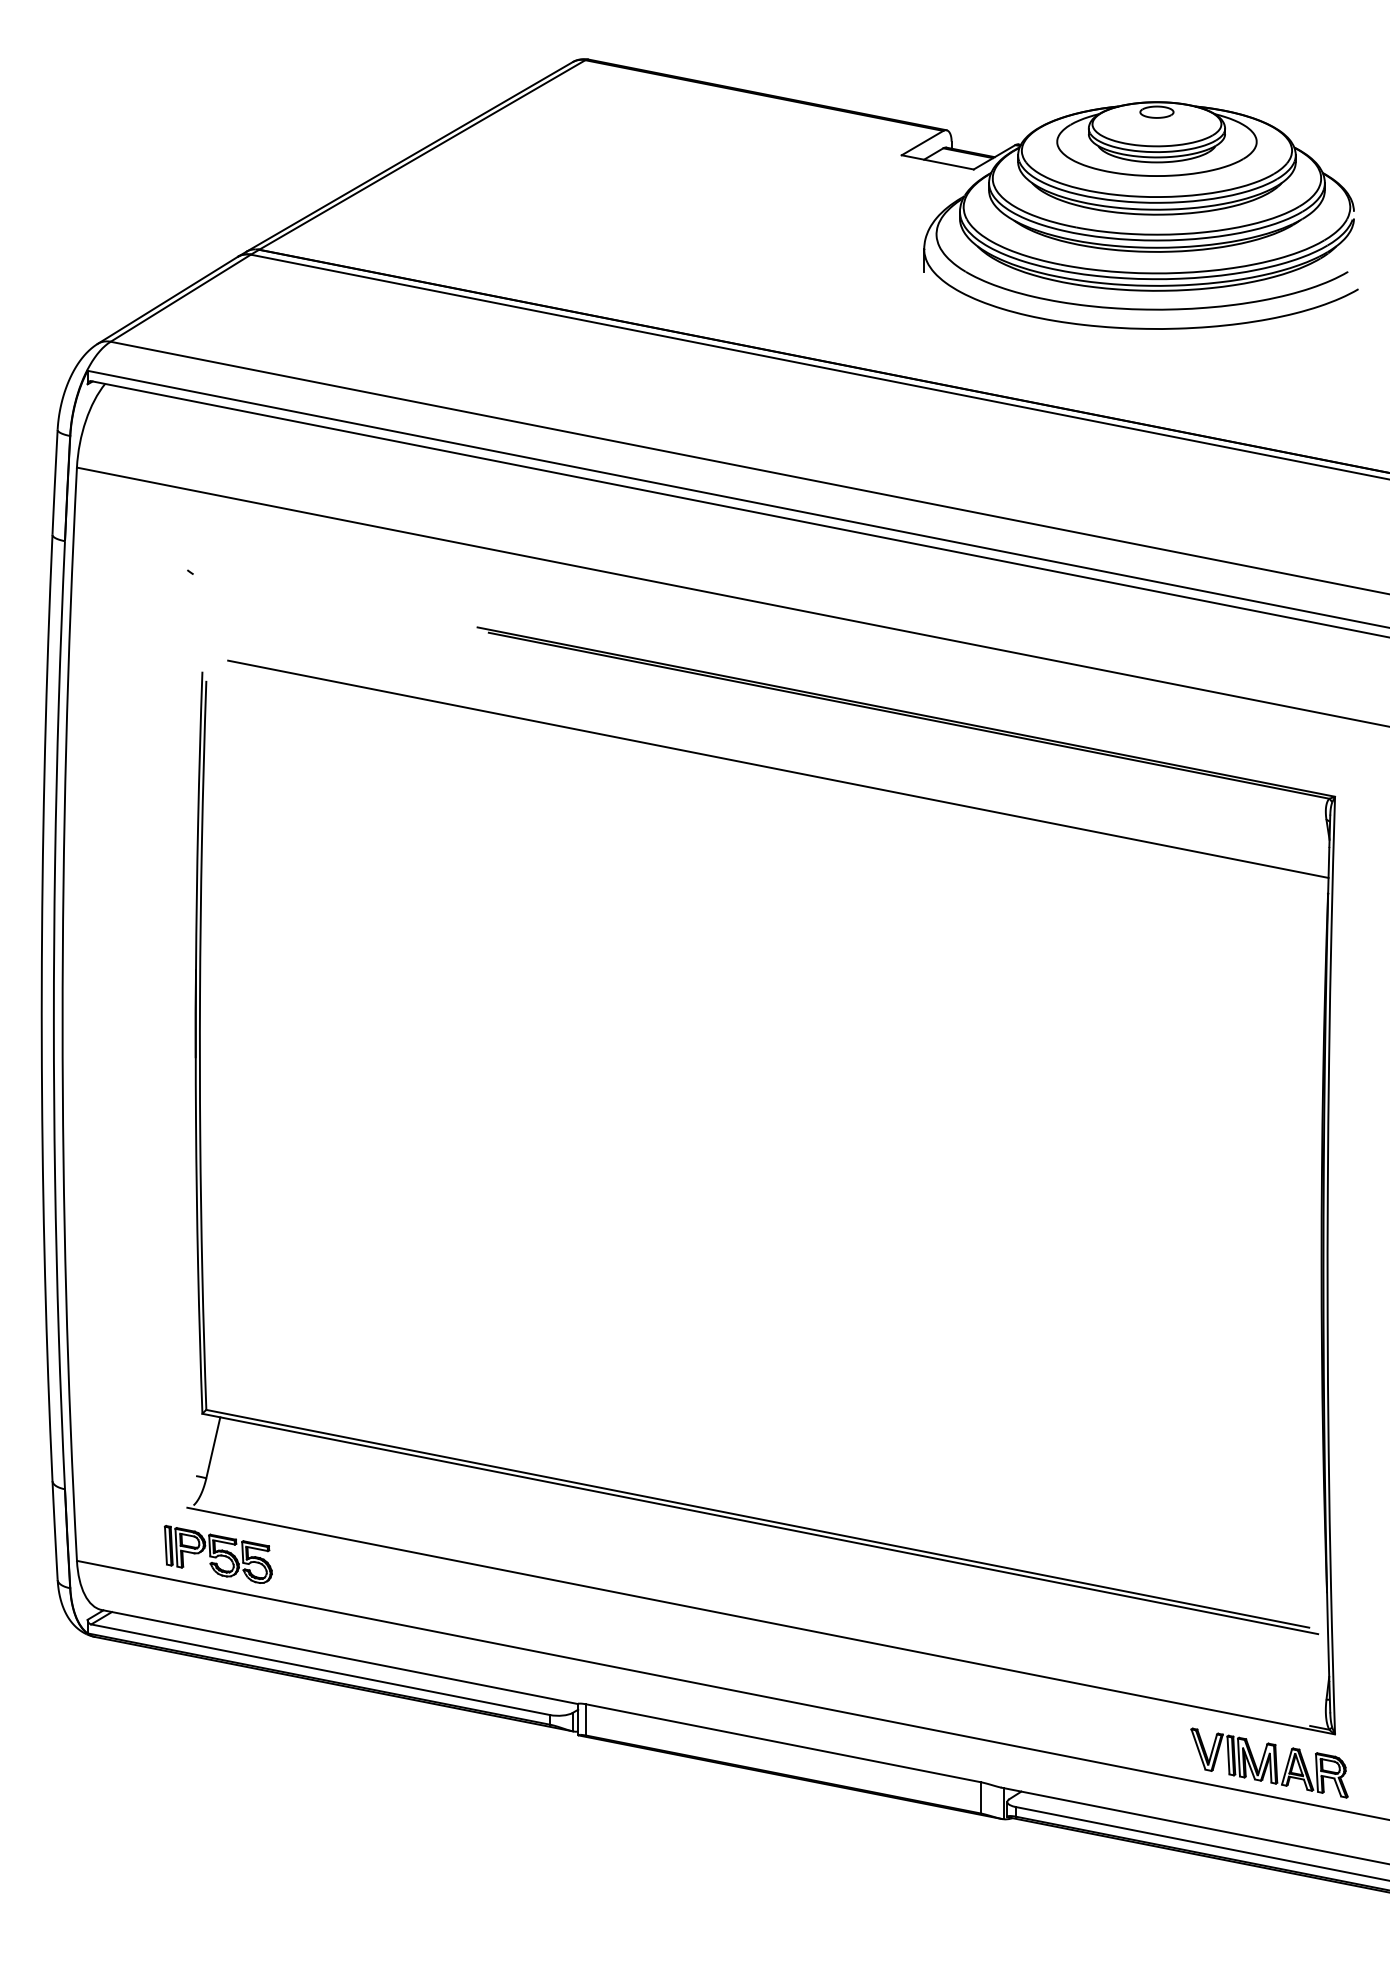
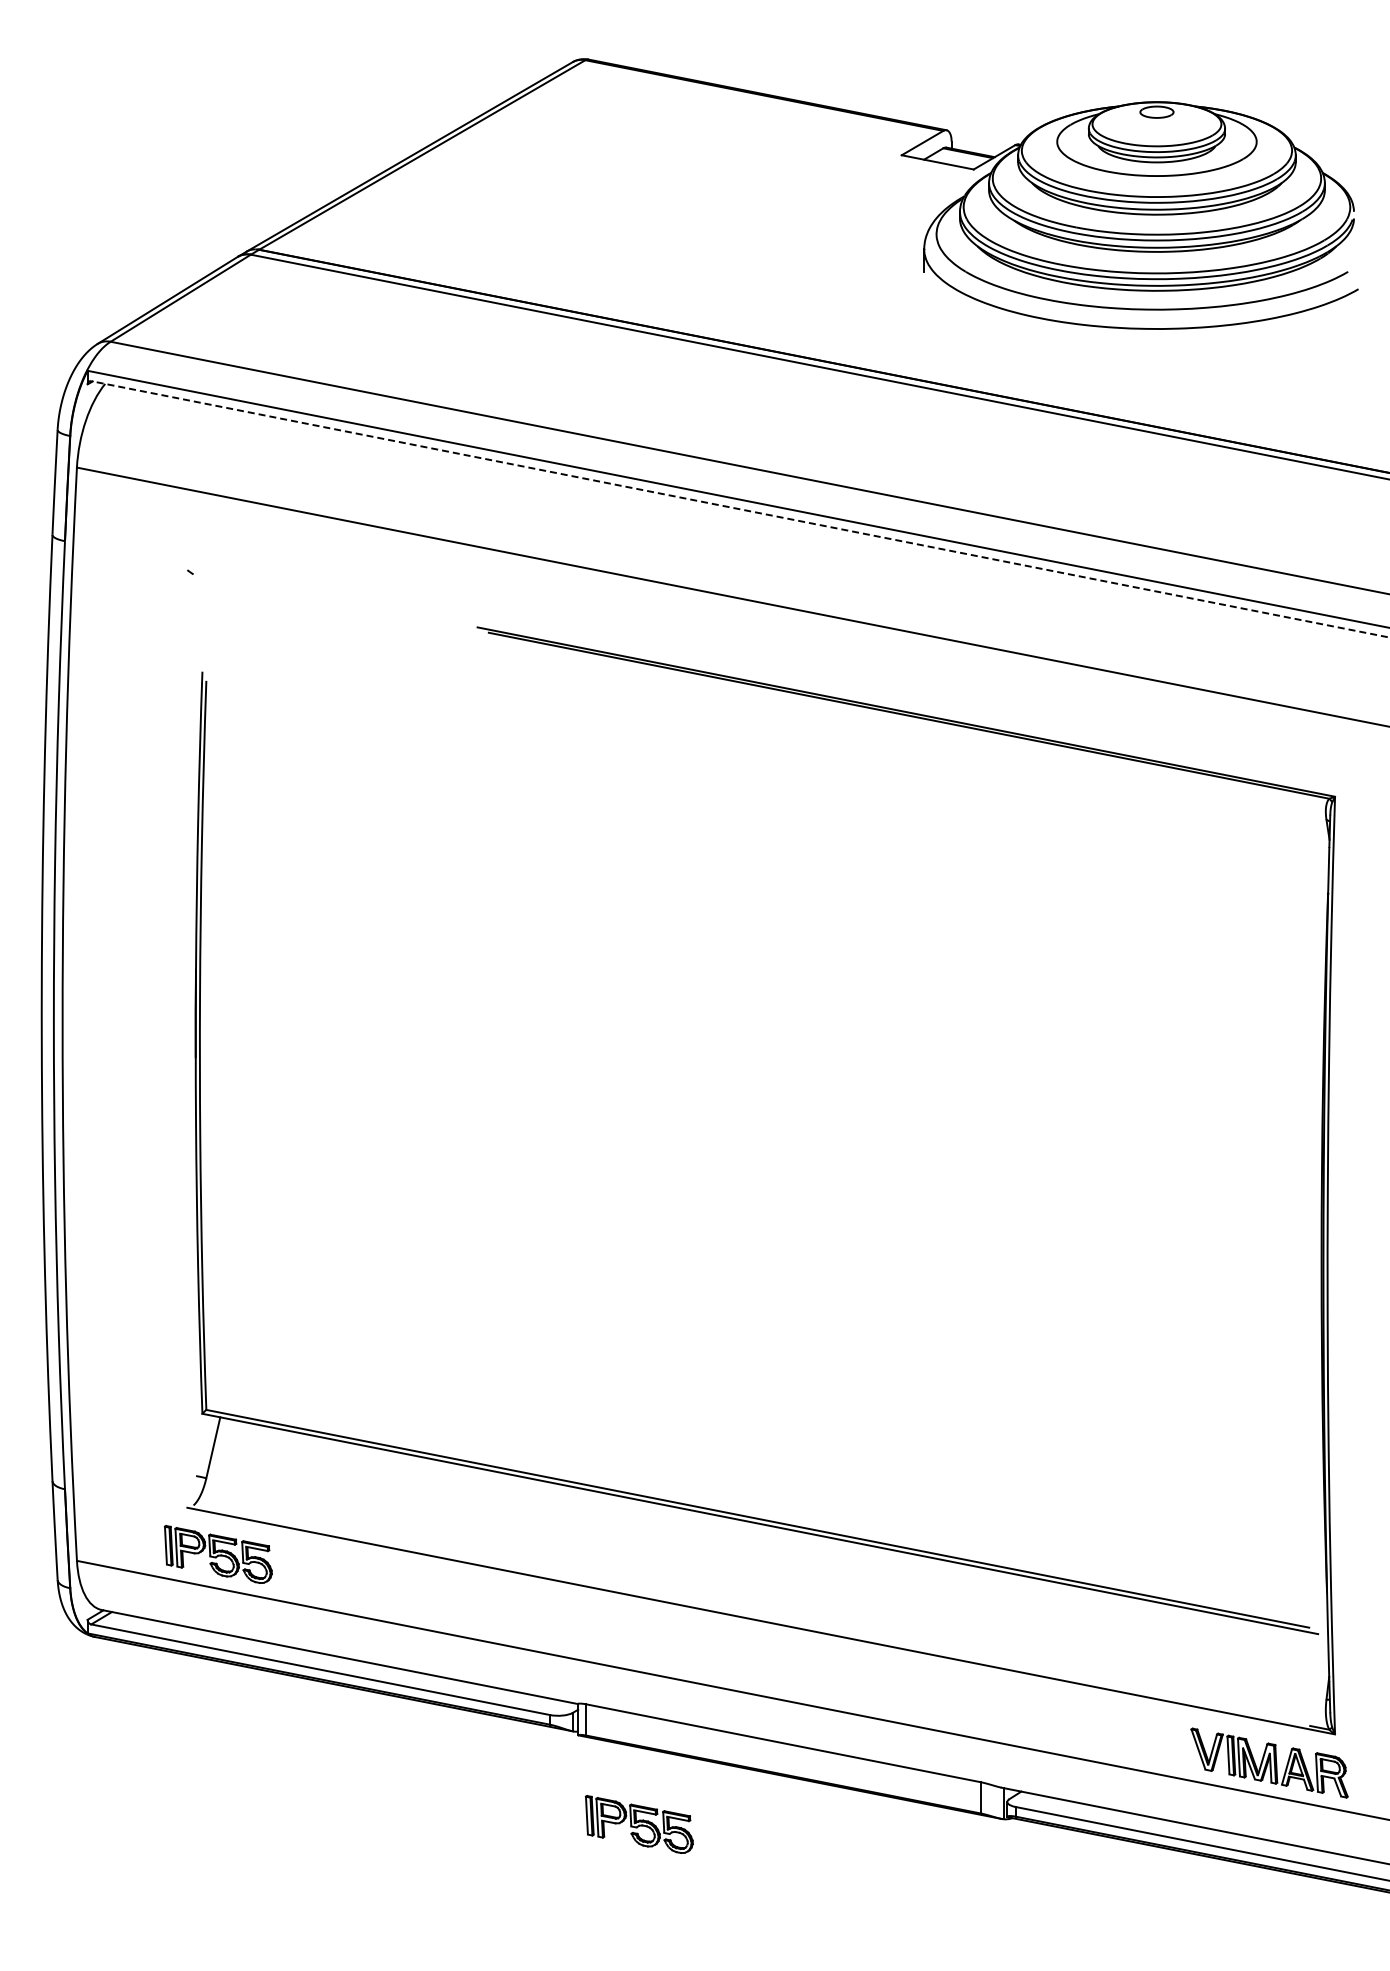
line at (740, 509): solid -> dashed
line at (778, 768): present -> none
part at (638, 1824): none -> present
